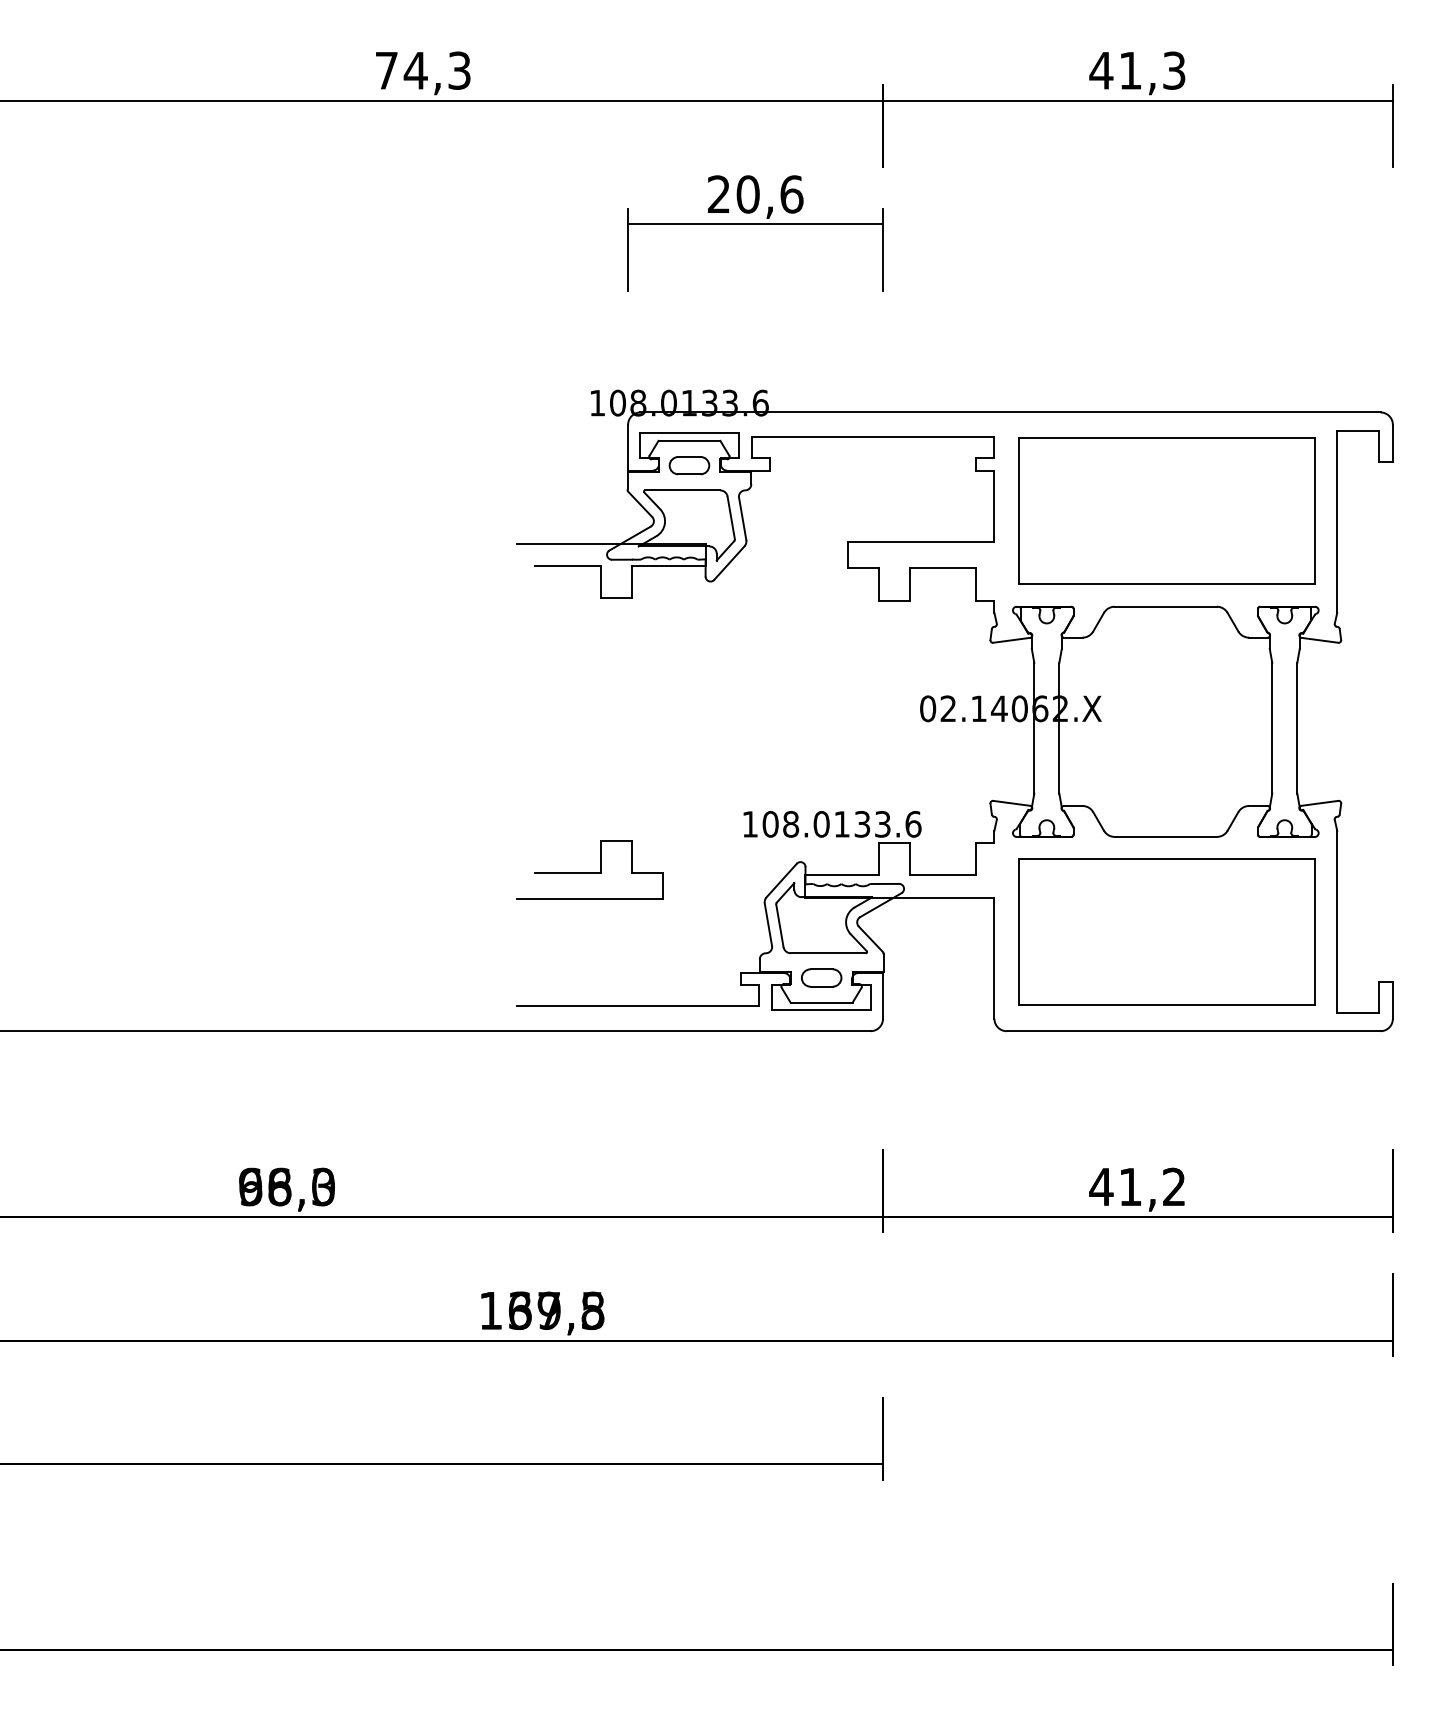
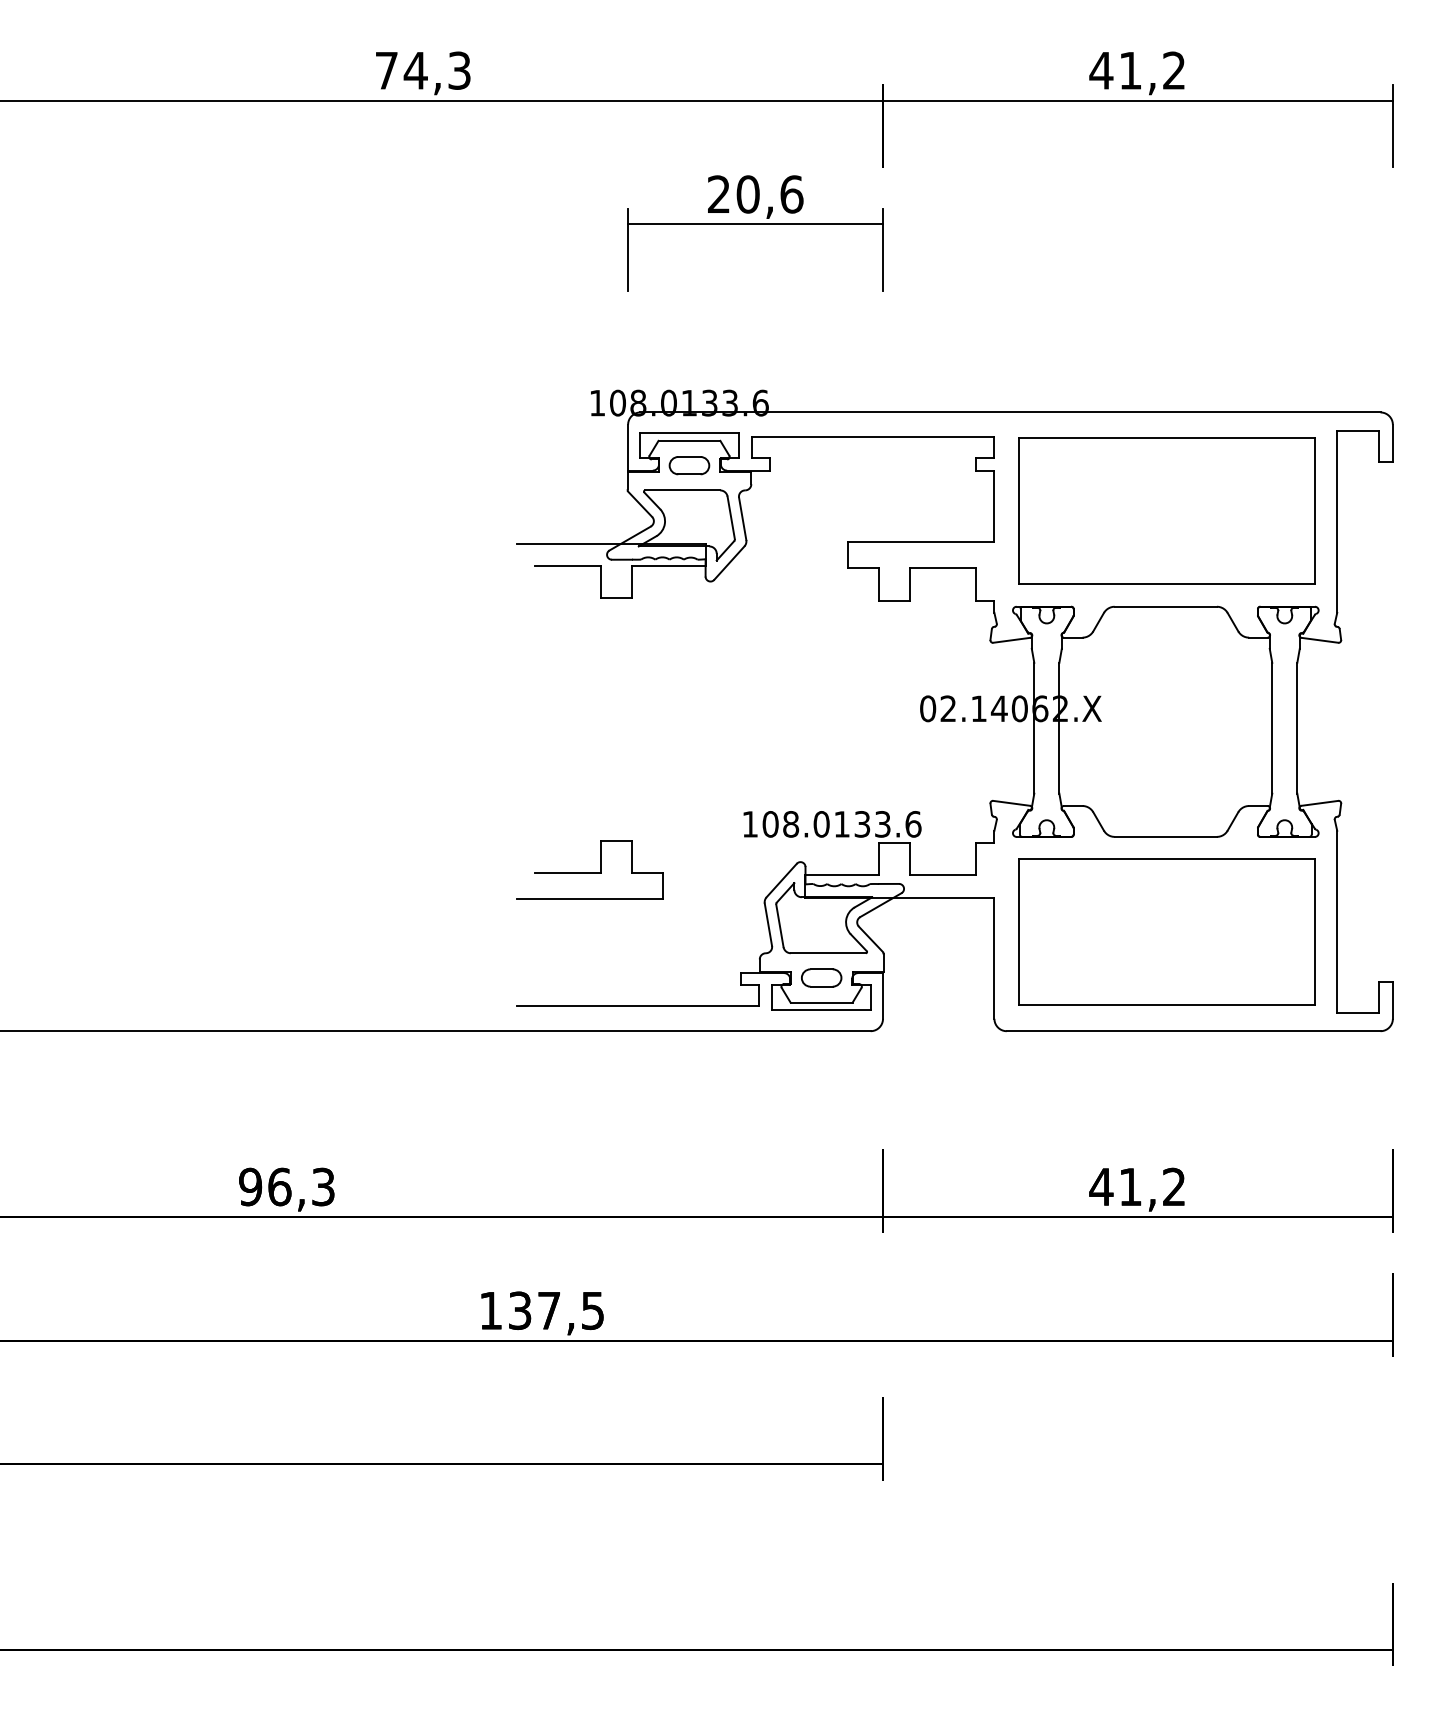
text at (1174, 70): 41,3 -> 41,2
text at (286, 1186): 68,0 -> 96,3
text at (556, 1310): 169,8 -> 137,5
